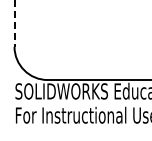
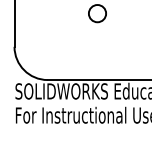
circle at (97, 13): none -> present
line at (14, 23): dashed -> solid
